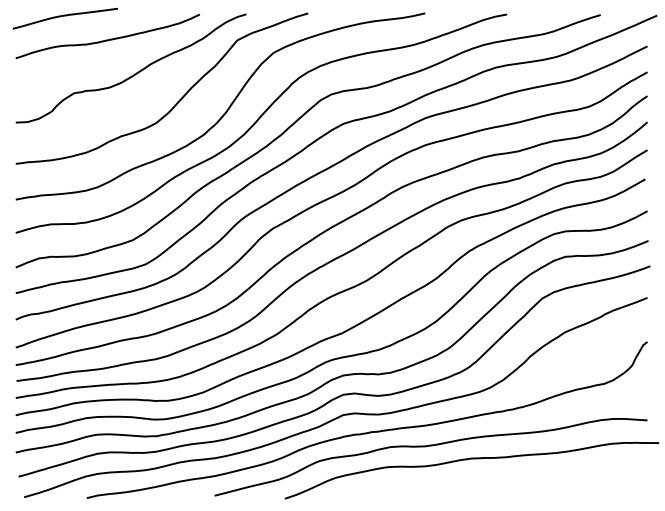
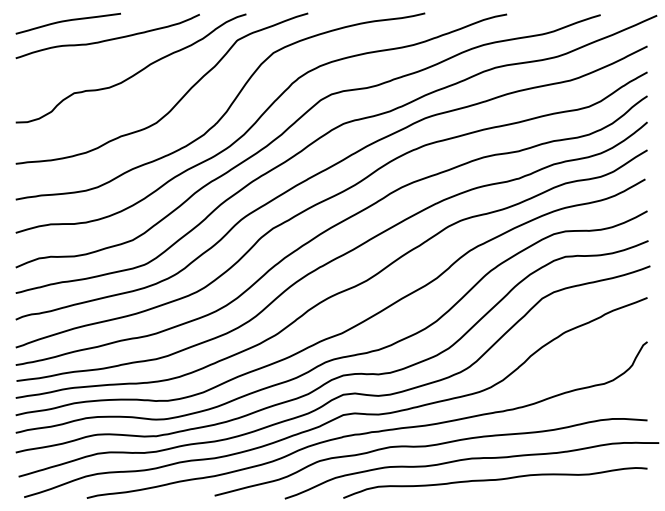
curve at (64, 16) position: (64, 16) -> (67, 21)
curve at (495, 480): none -> present
